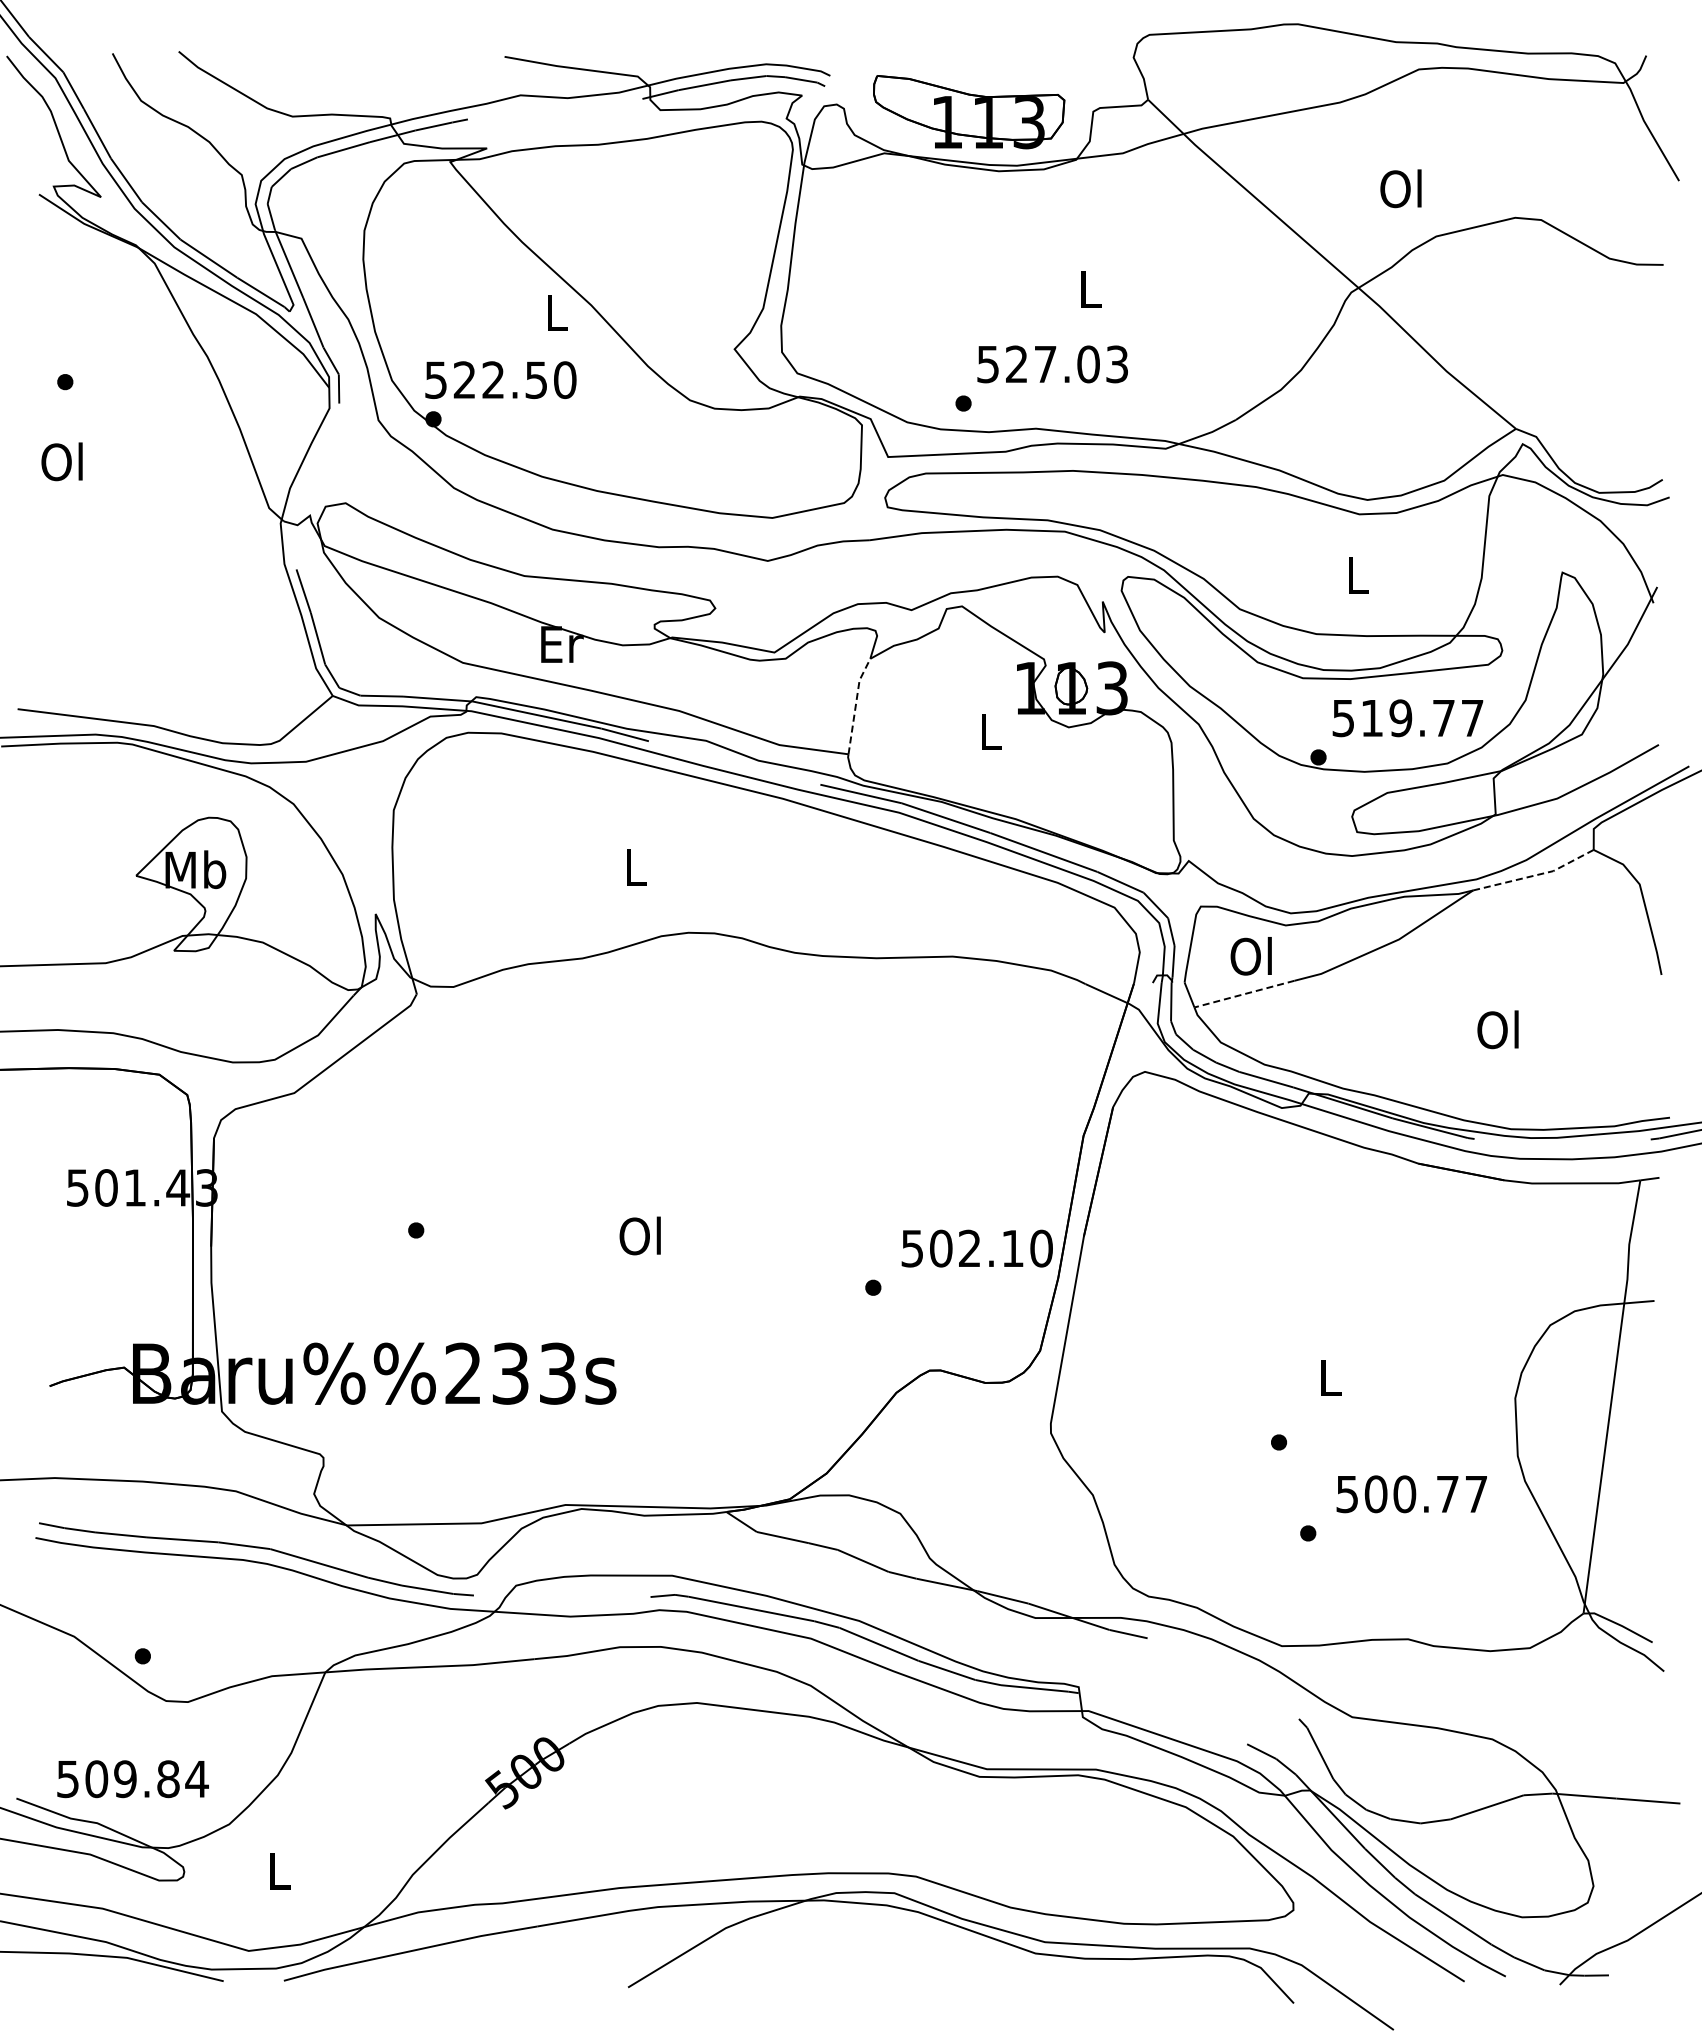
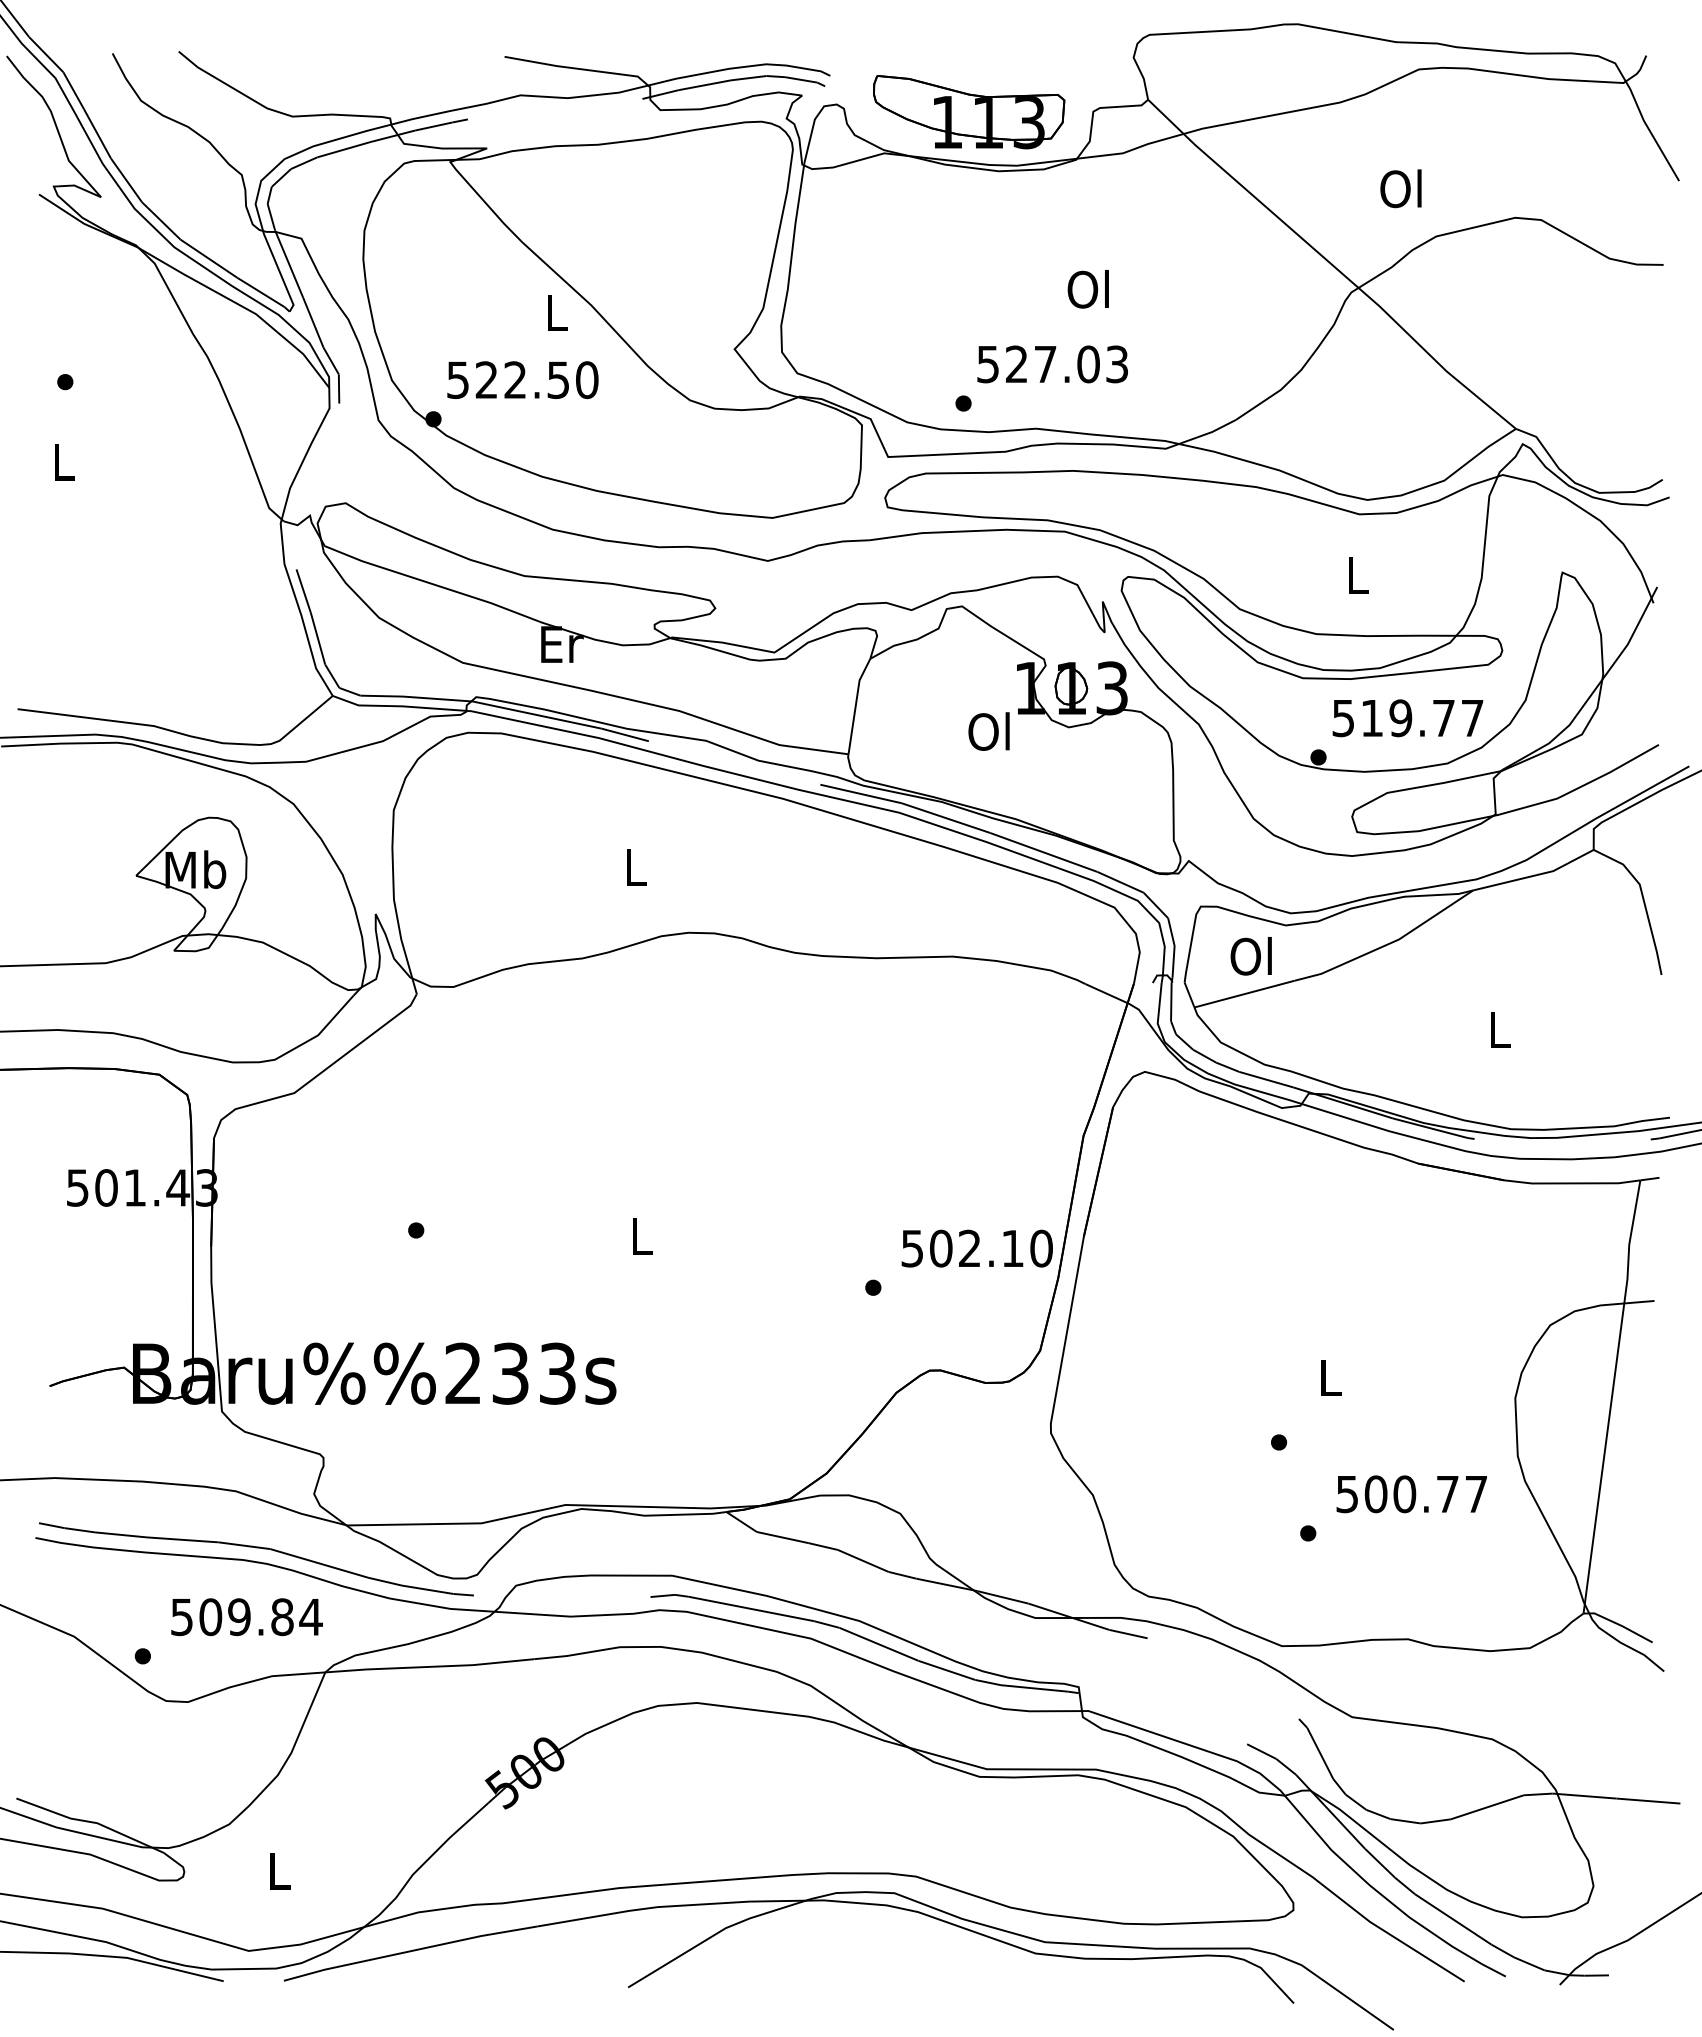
text at (1087, 289): L -> Ol
text at (500, 379) position: (500, 379) -> (522, 379)
text at (61, 461): Ol -> L
line at (856, 704): dashed -> solid
text at (988, 731): L -> Ol
line at (1535, 875): dashed -> solid
line at (1244, 994): dashed -> solid
text at (1497, 1029): Ol -> L
text at (639, 1235): Ol -> L
text at (132, 1779) position: (132, 1779) -> (246, 1617)
